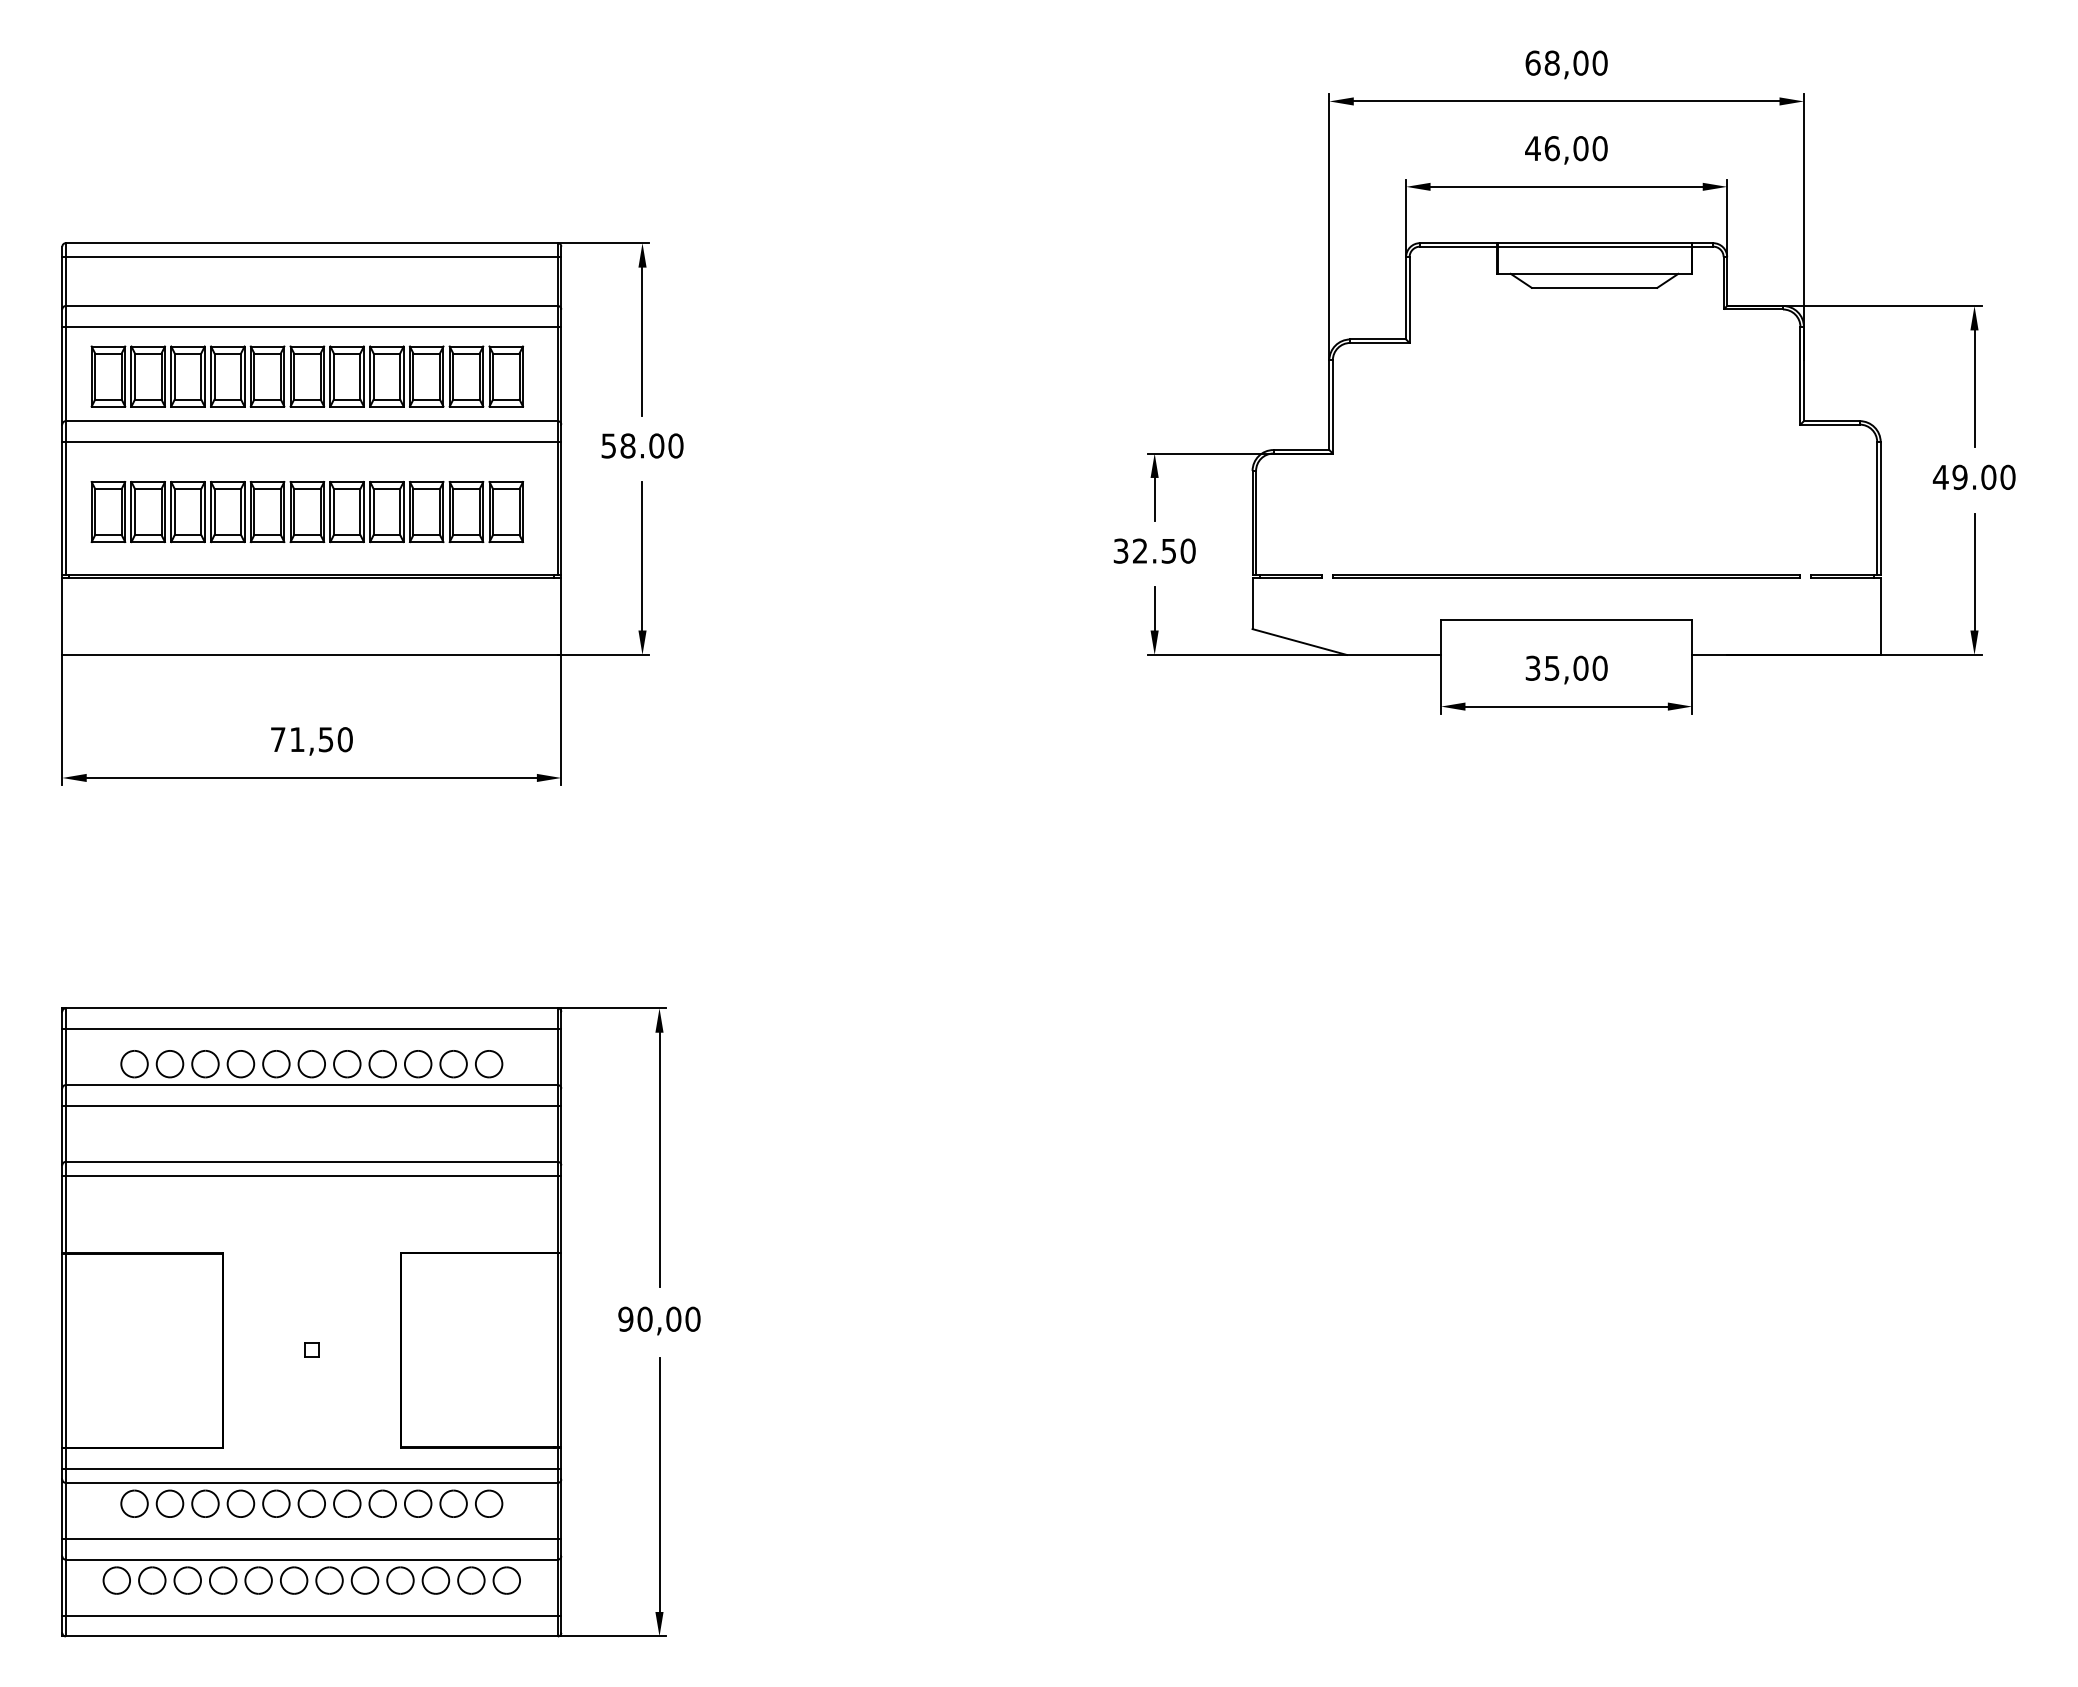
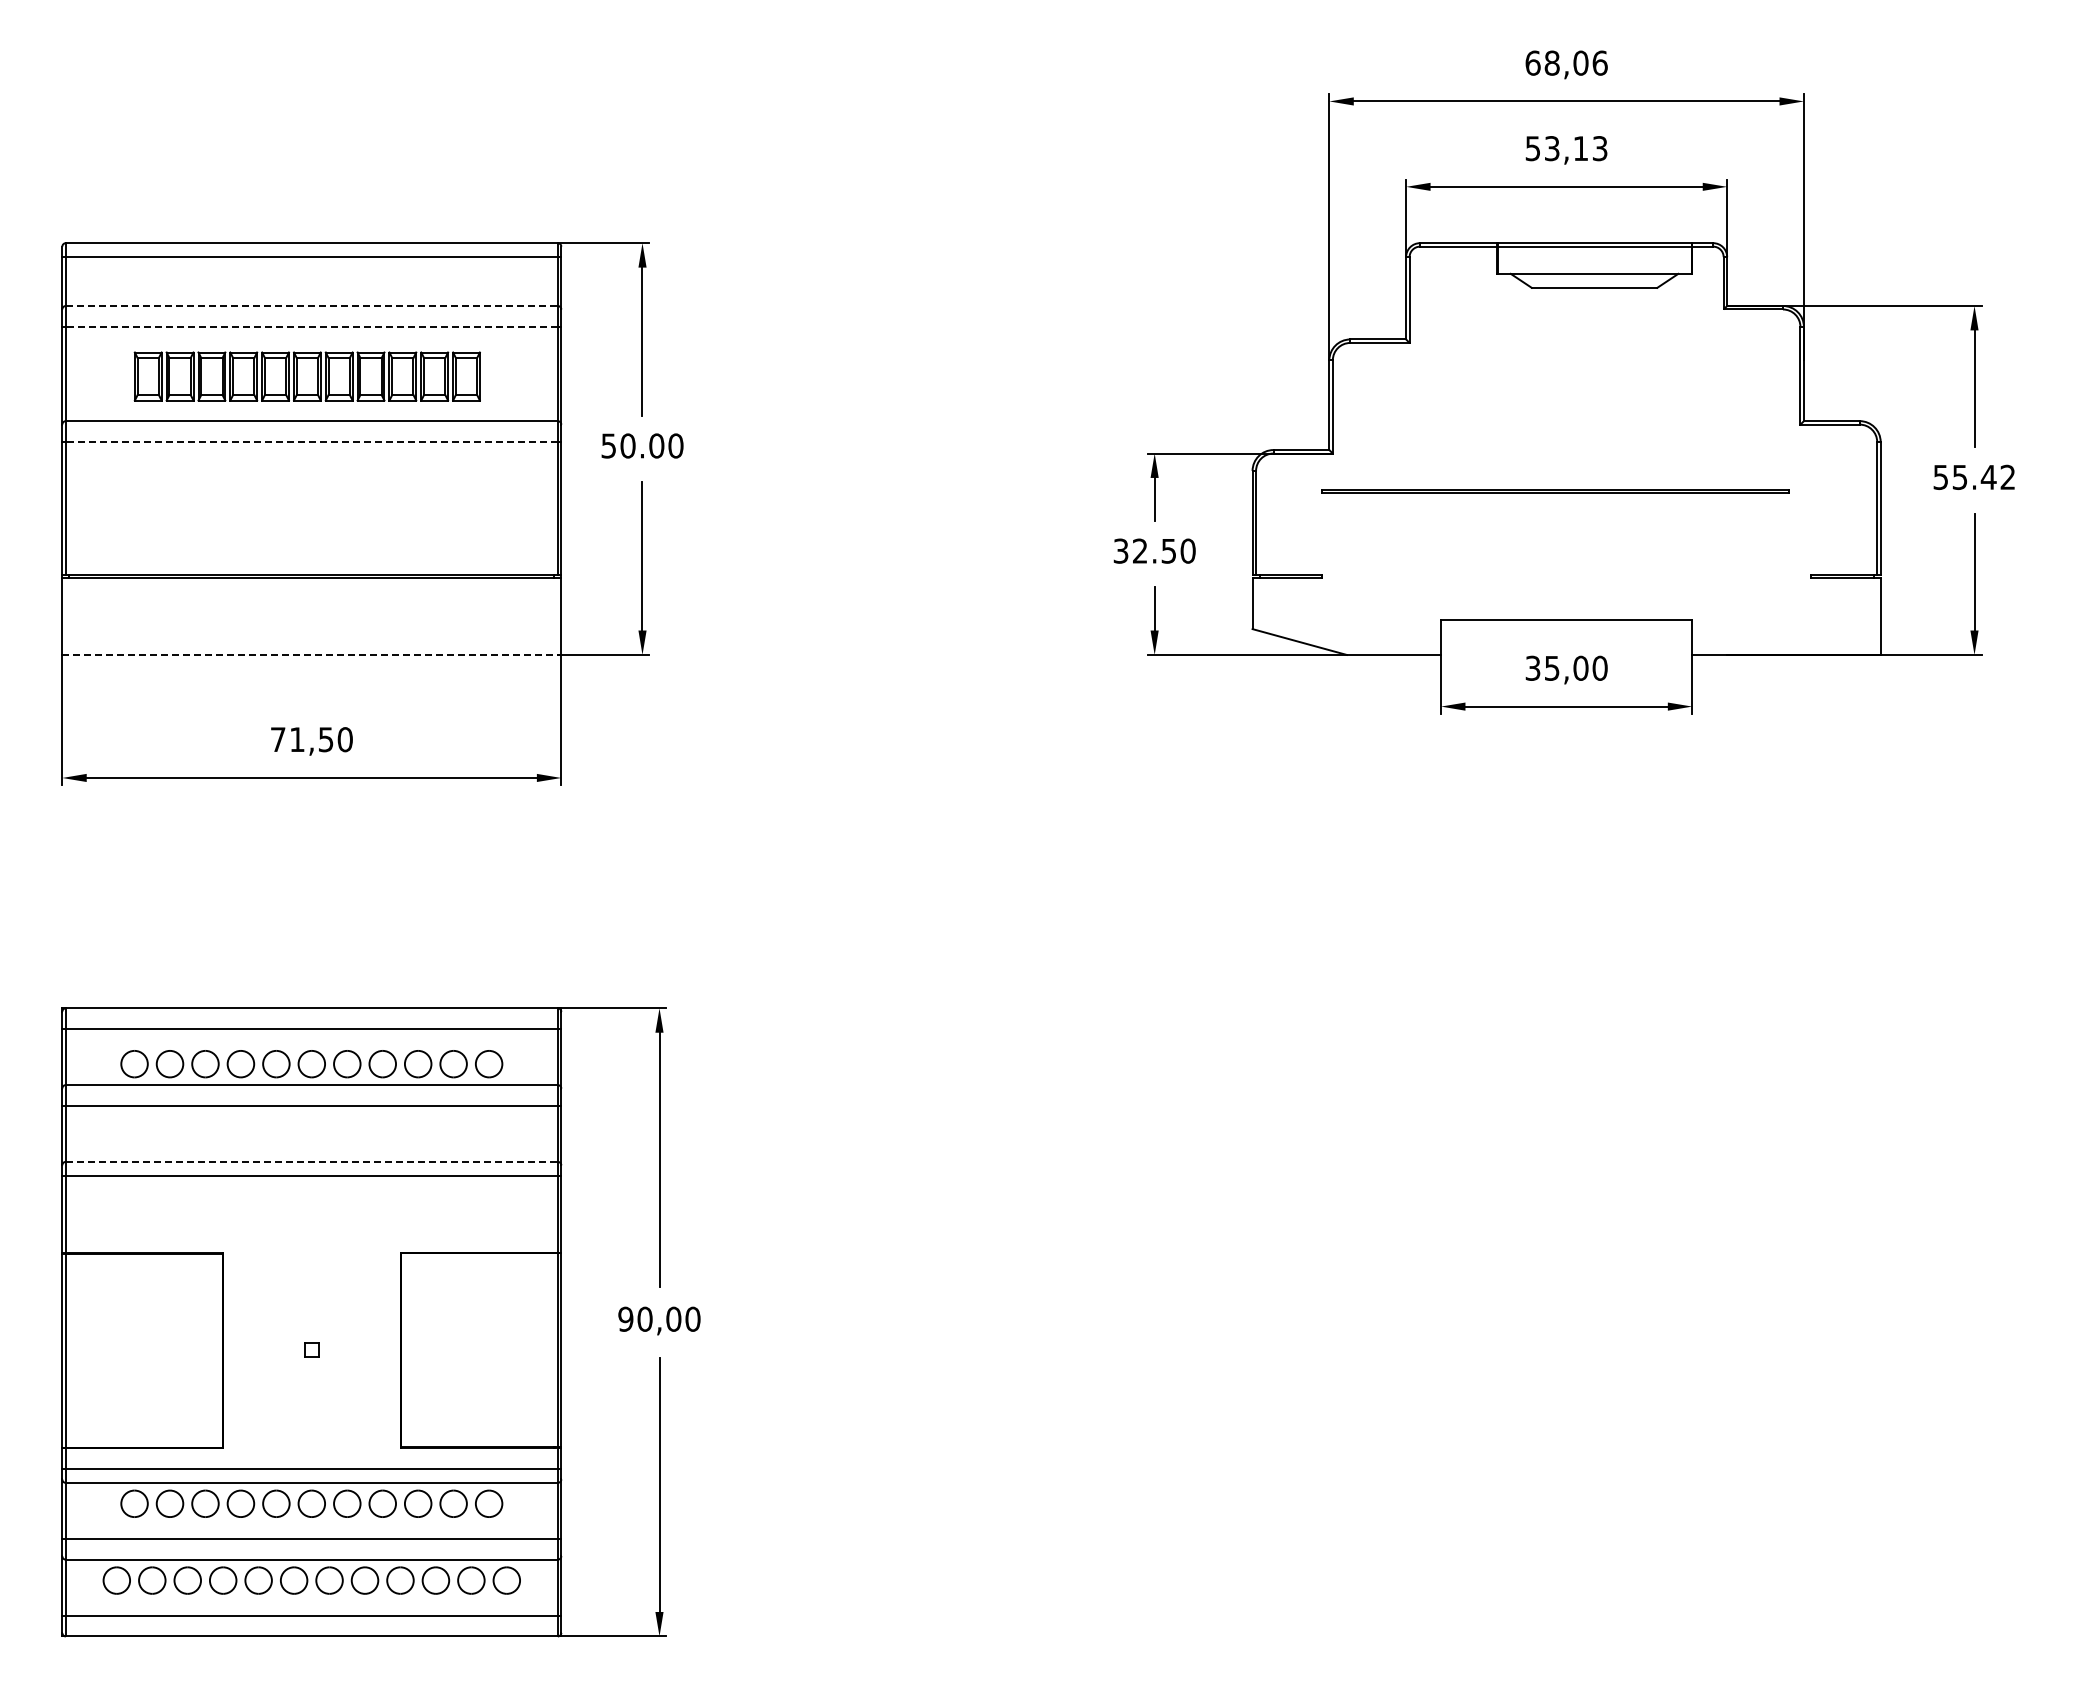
text at (1599, 62): 68,00 -> 68,06
text at (1566, 148): 46,00 -> 53,13
line at (312, 305): solid -> dashed
line at (311, 326): solid -> dashed
part at (307, 376) size: 435x63 px -> 348x51 px
line at (311, 442): solid -> dashed
text at (627, 445): 58.00 -> 50.00
text at (1973, 476): 49.00 -> 55.42
part at (307, 512): present -> none
line at (1566, 575) position: (1566, 575) -> (1555, 490)
line at (311, 654): solid -> dashed
line at (312, 1161): solid -> dashed
